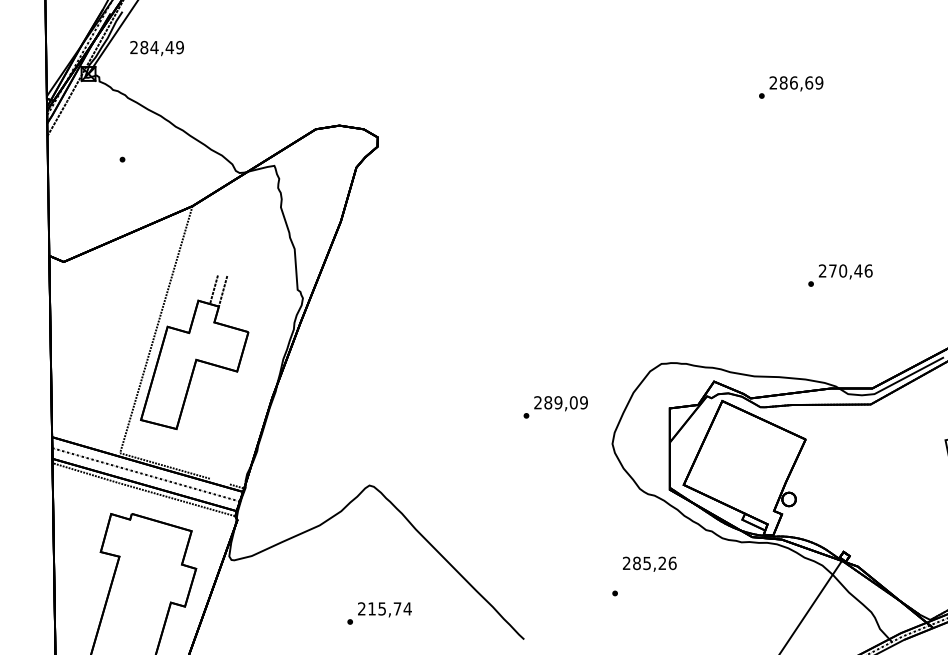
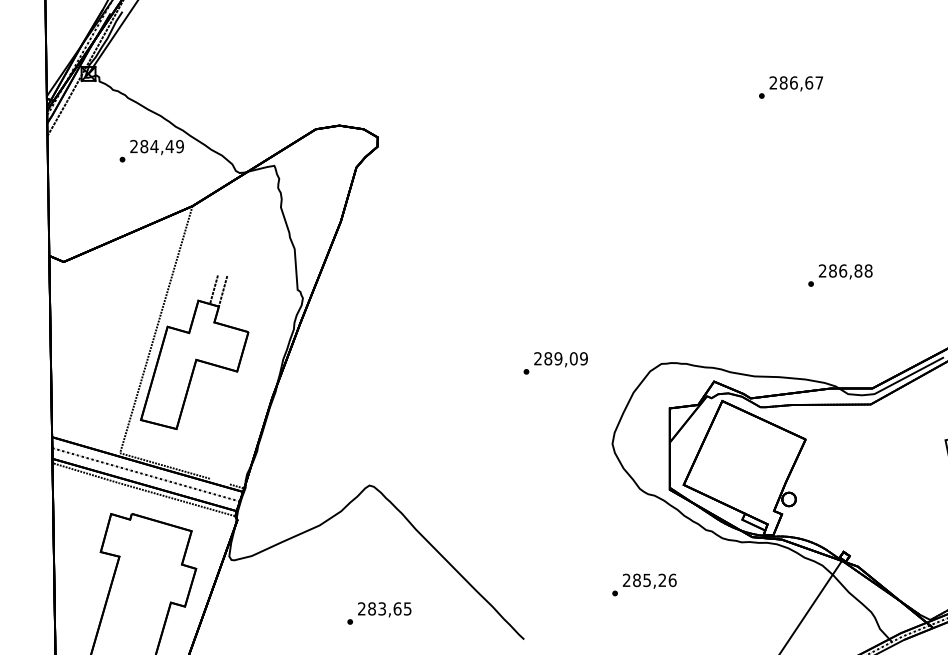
text at (156, 48) position: (156, 48) -> (156, 147)
text at (819, 82): 286,69 -> 286,67
text at (850, 270): 270,46 -> 286,88
text at (555, 407) position: (555, 407) -> (555, 363)
text at (649, 563) position: (649, 563) -> (649, 580)
text at (389, 608): 215,74 -> 283,65
